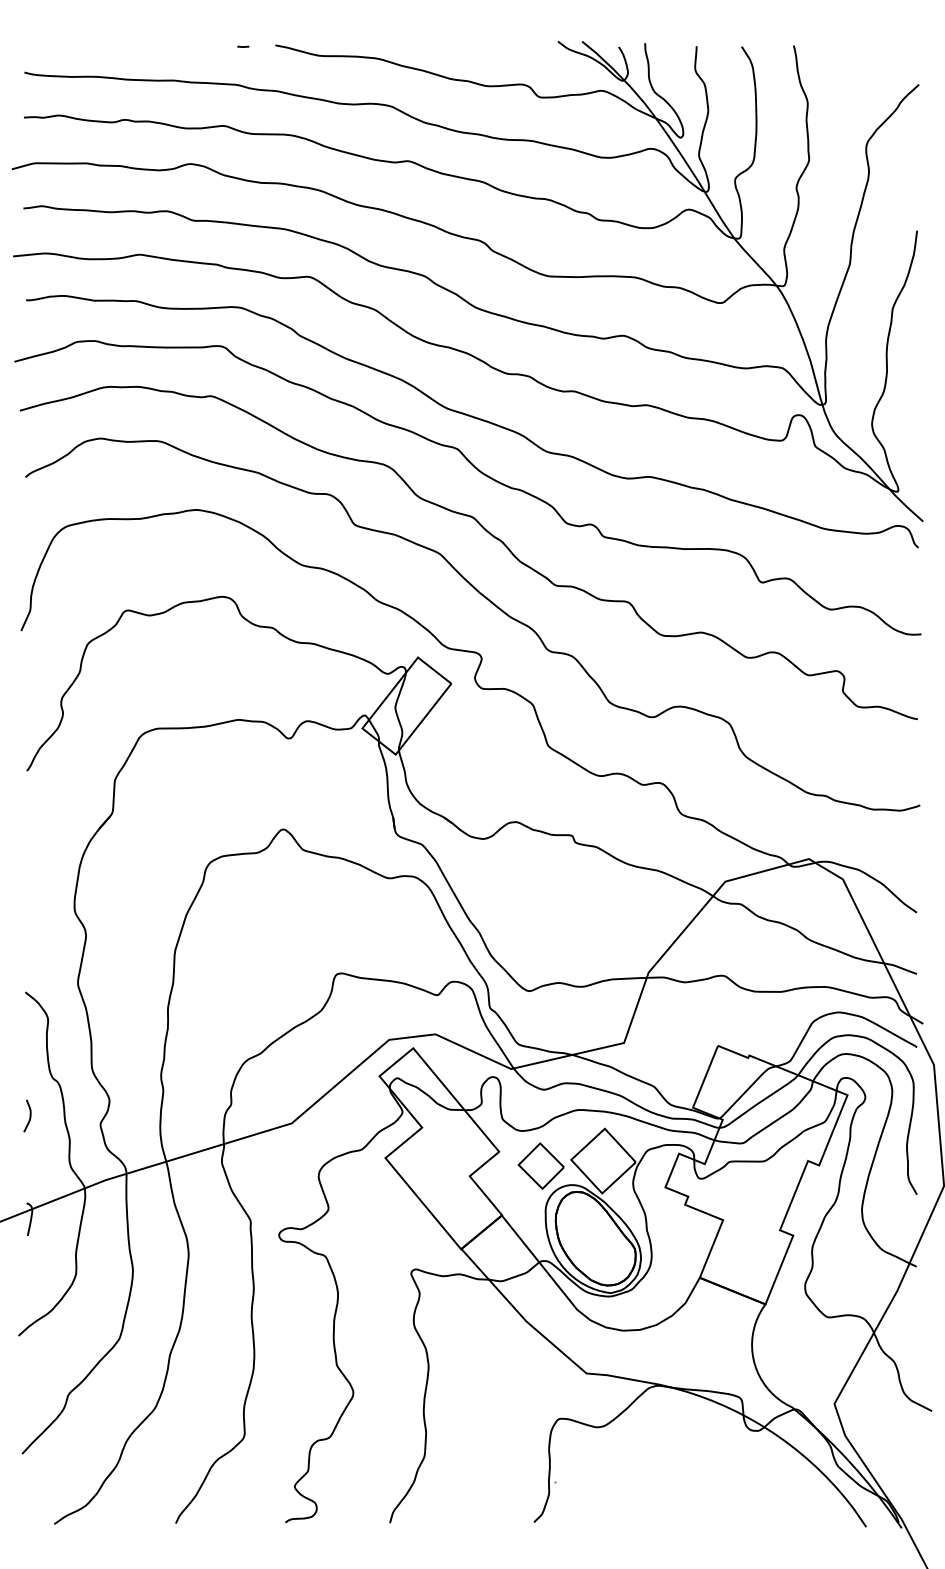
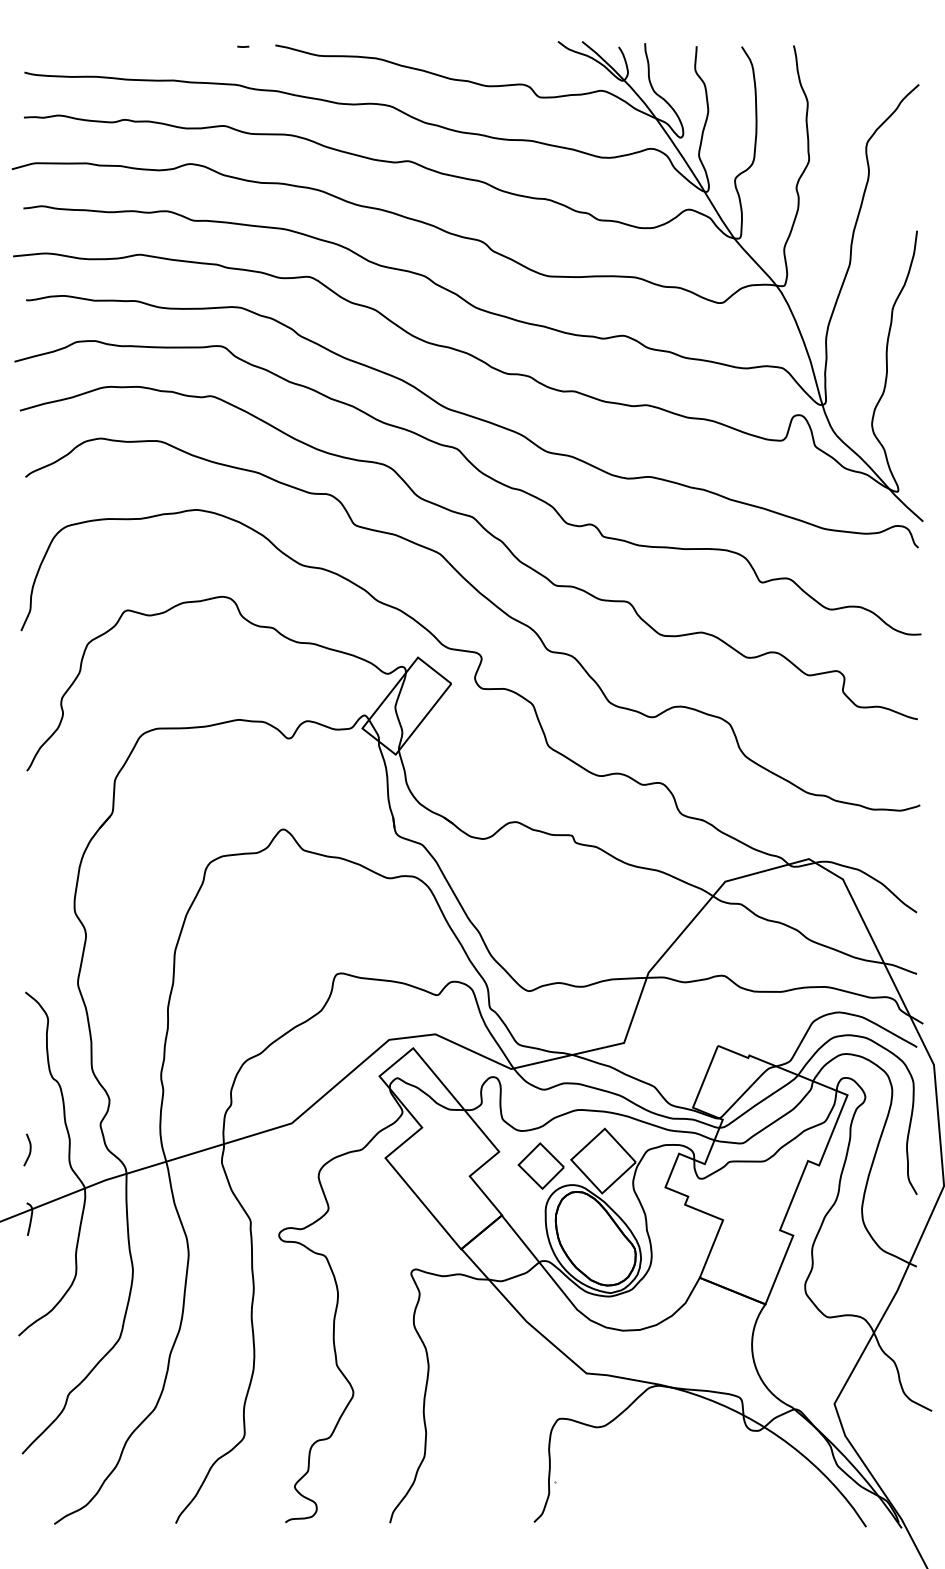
curve at (29, 1115) position: (29, 1115) -> (29, 1149)
